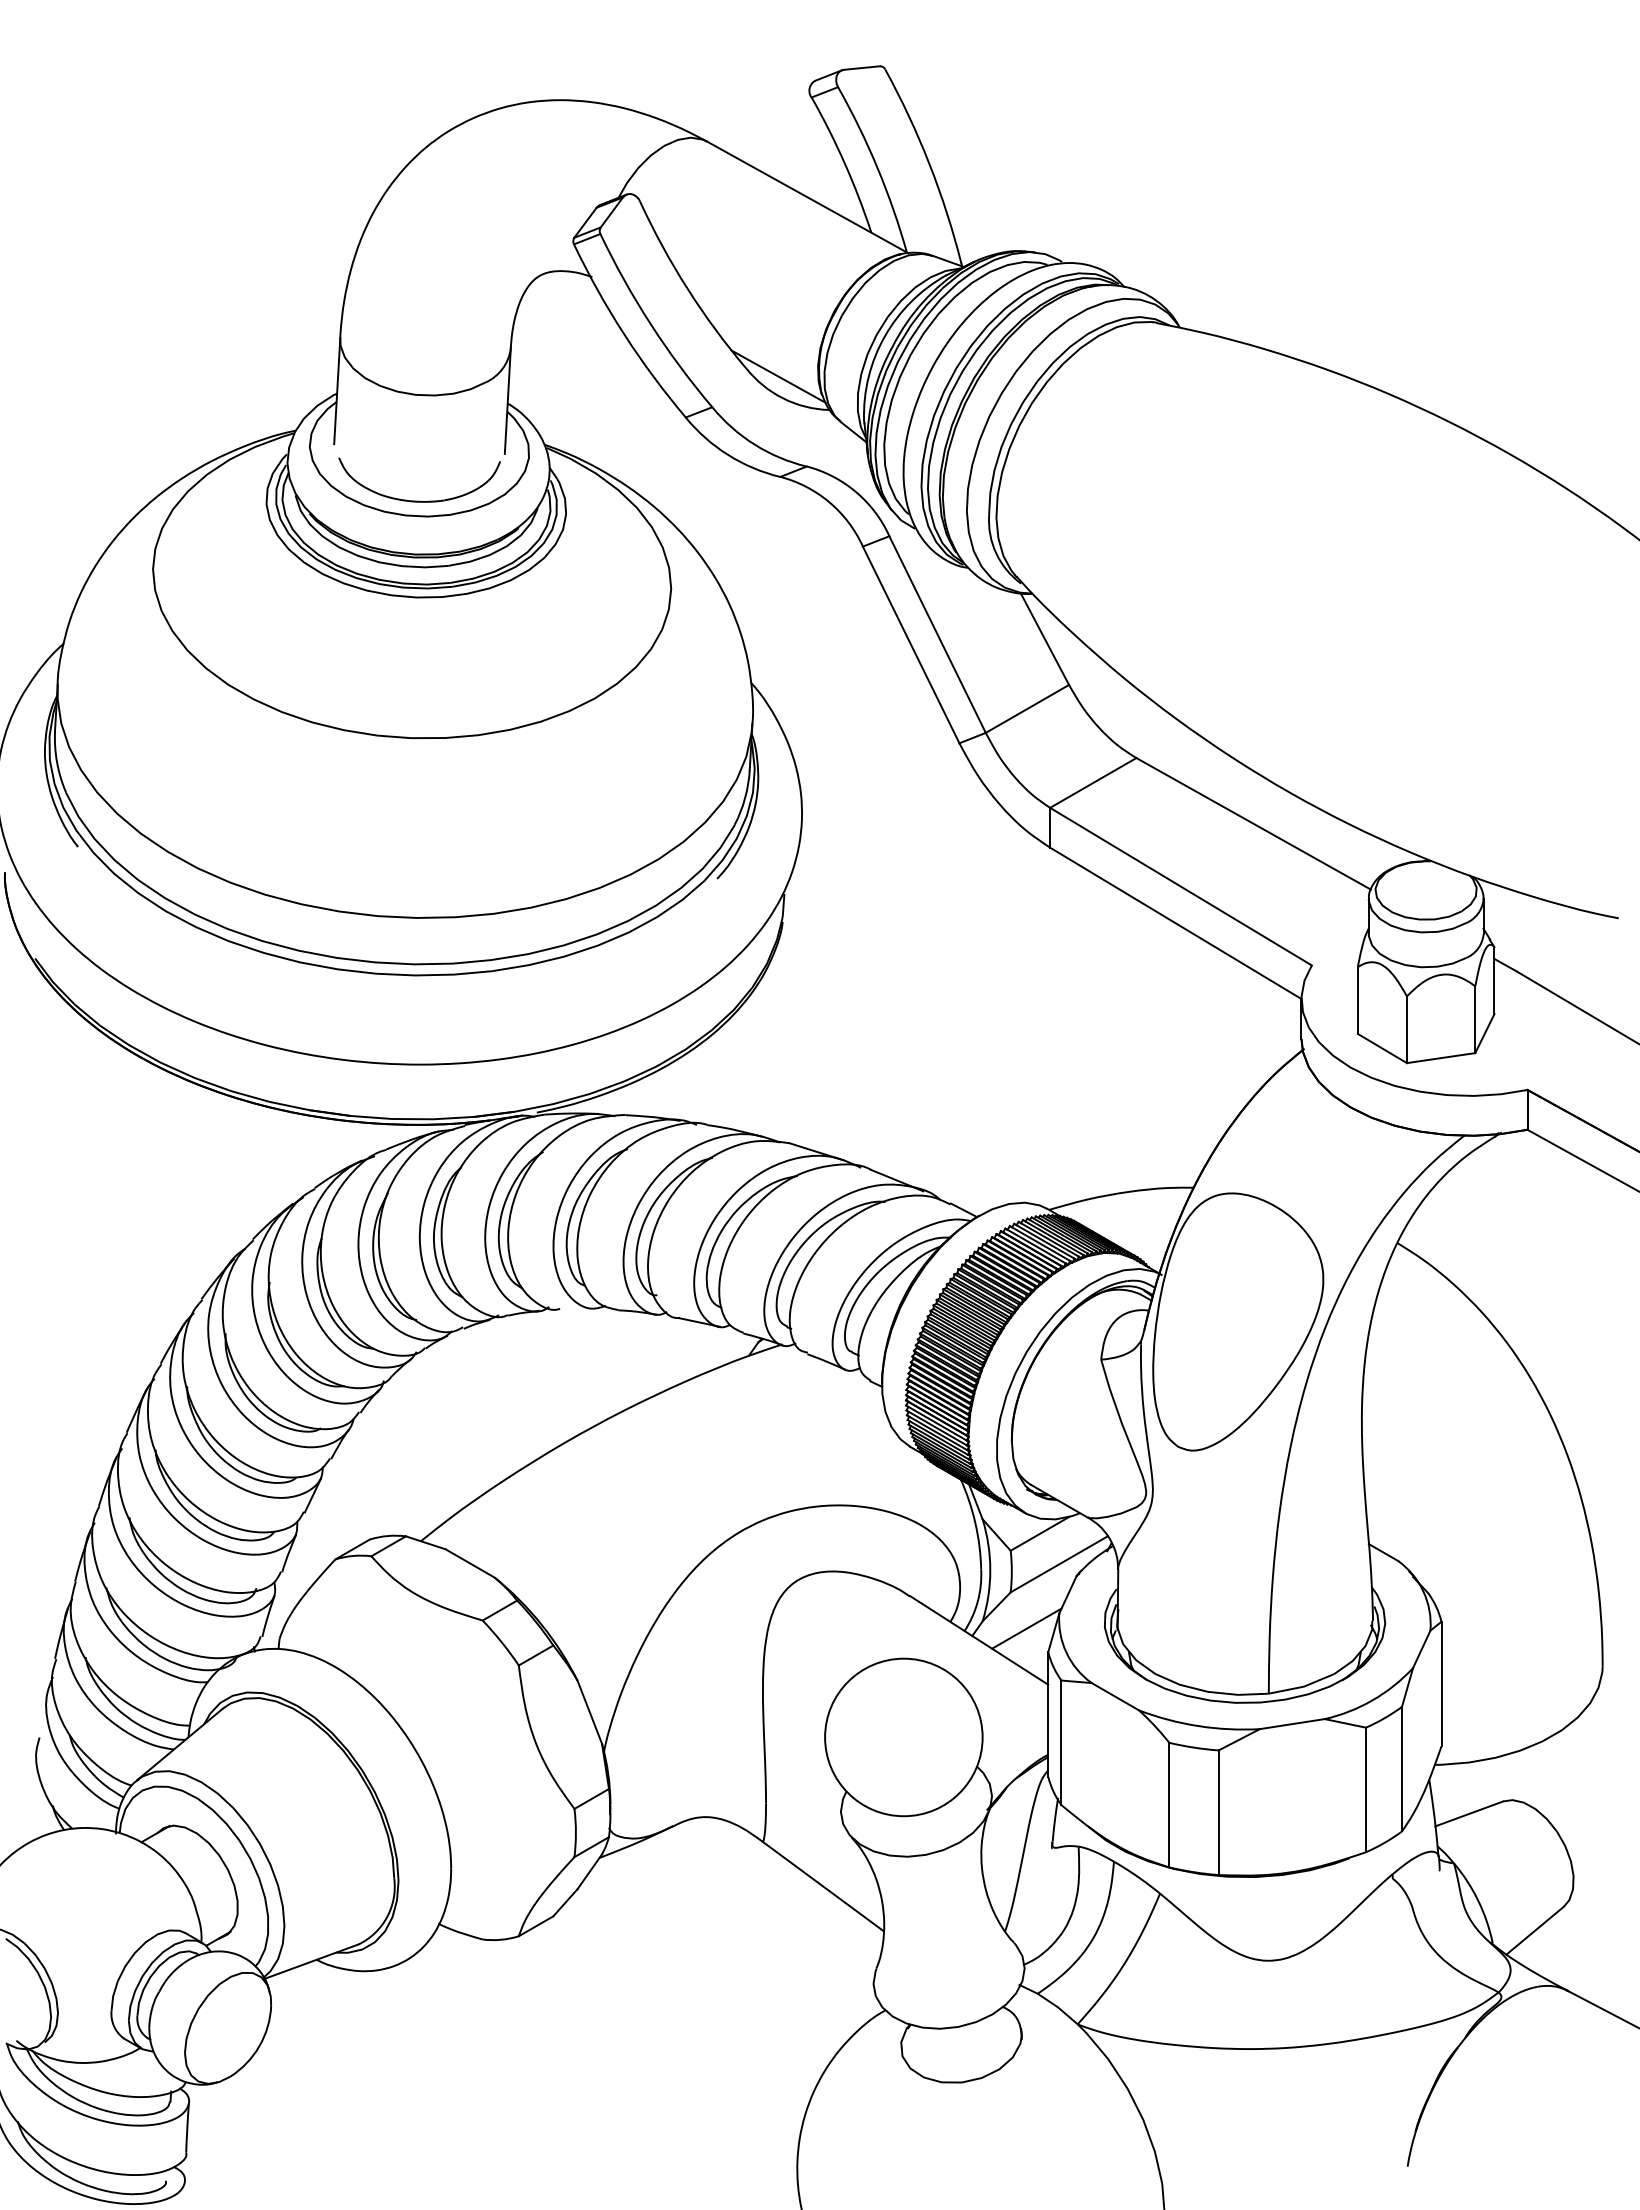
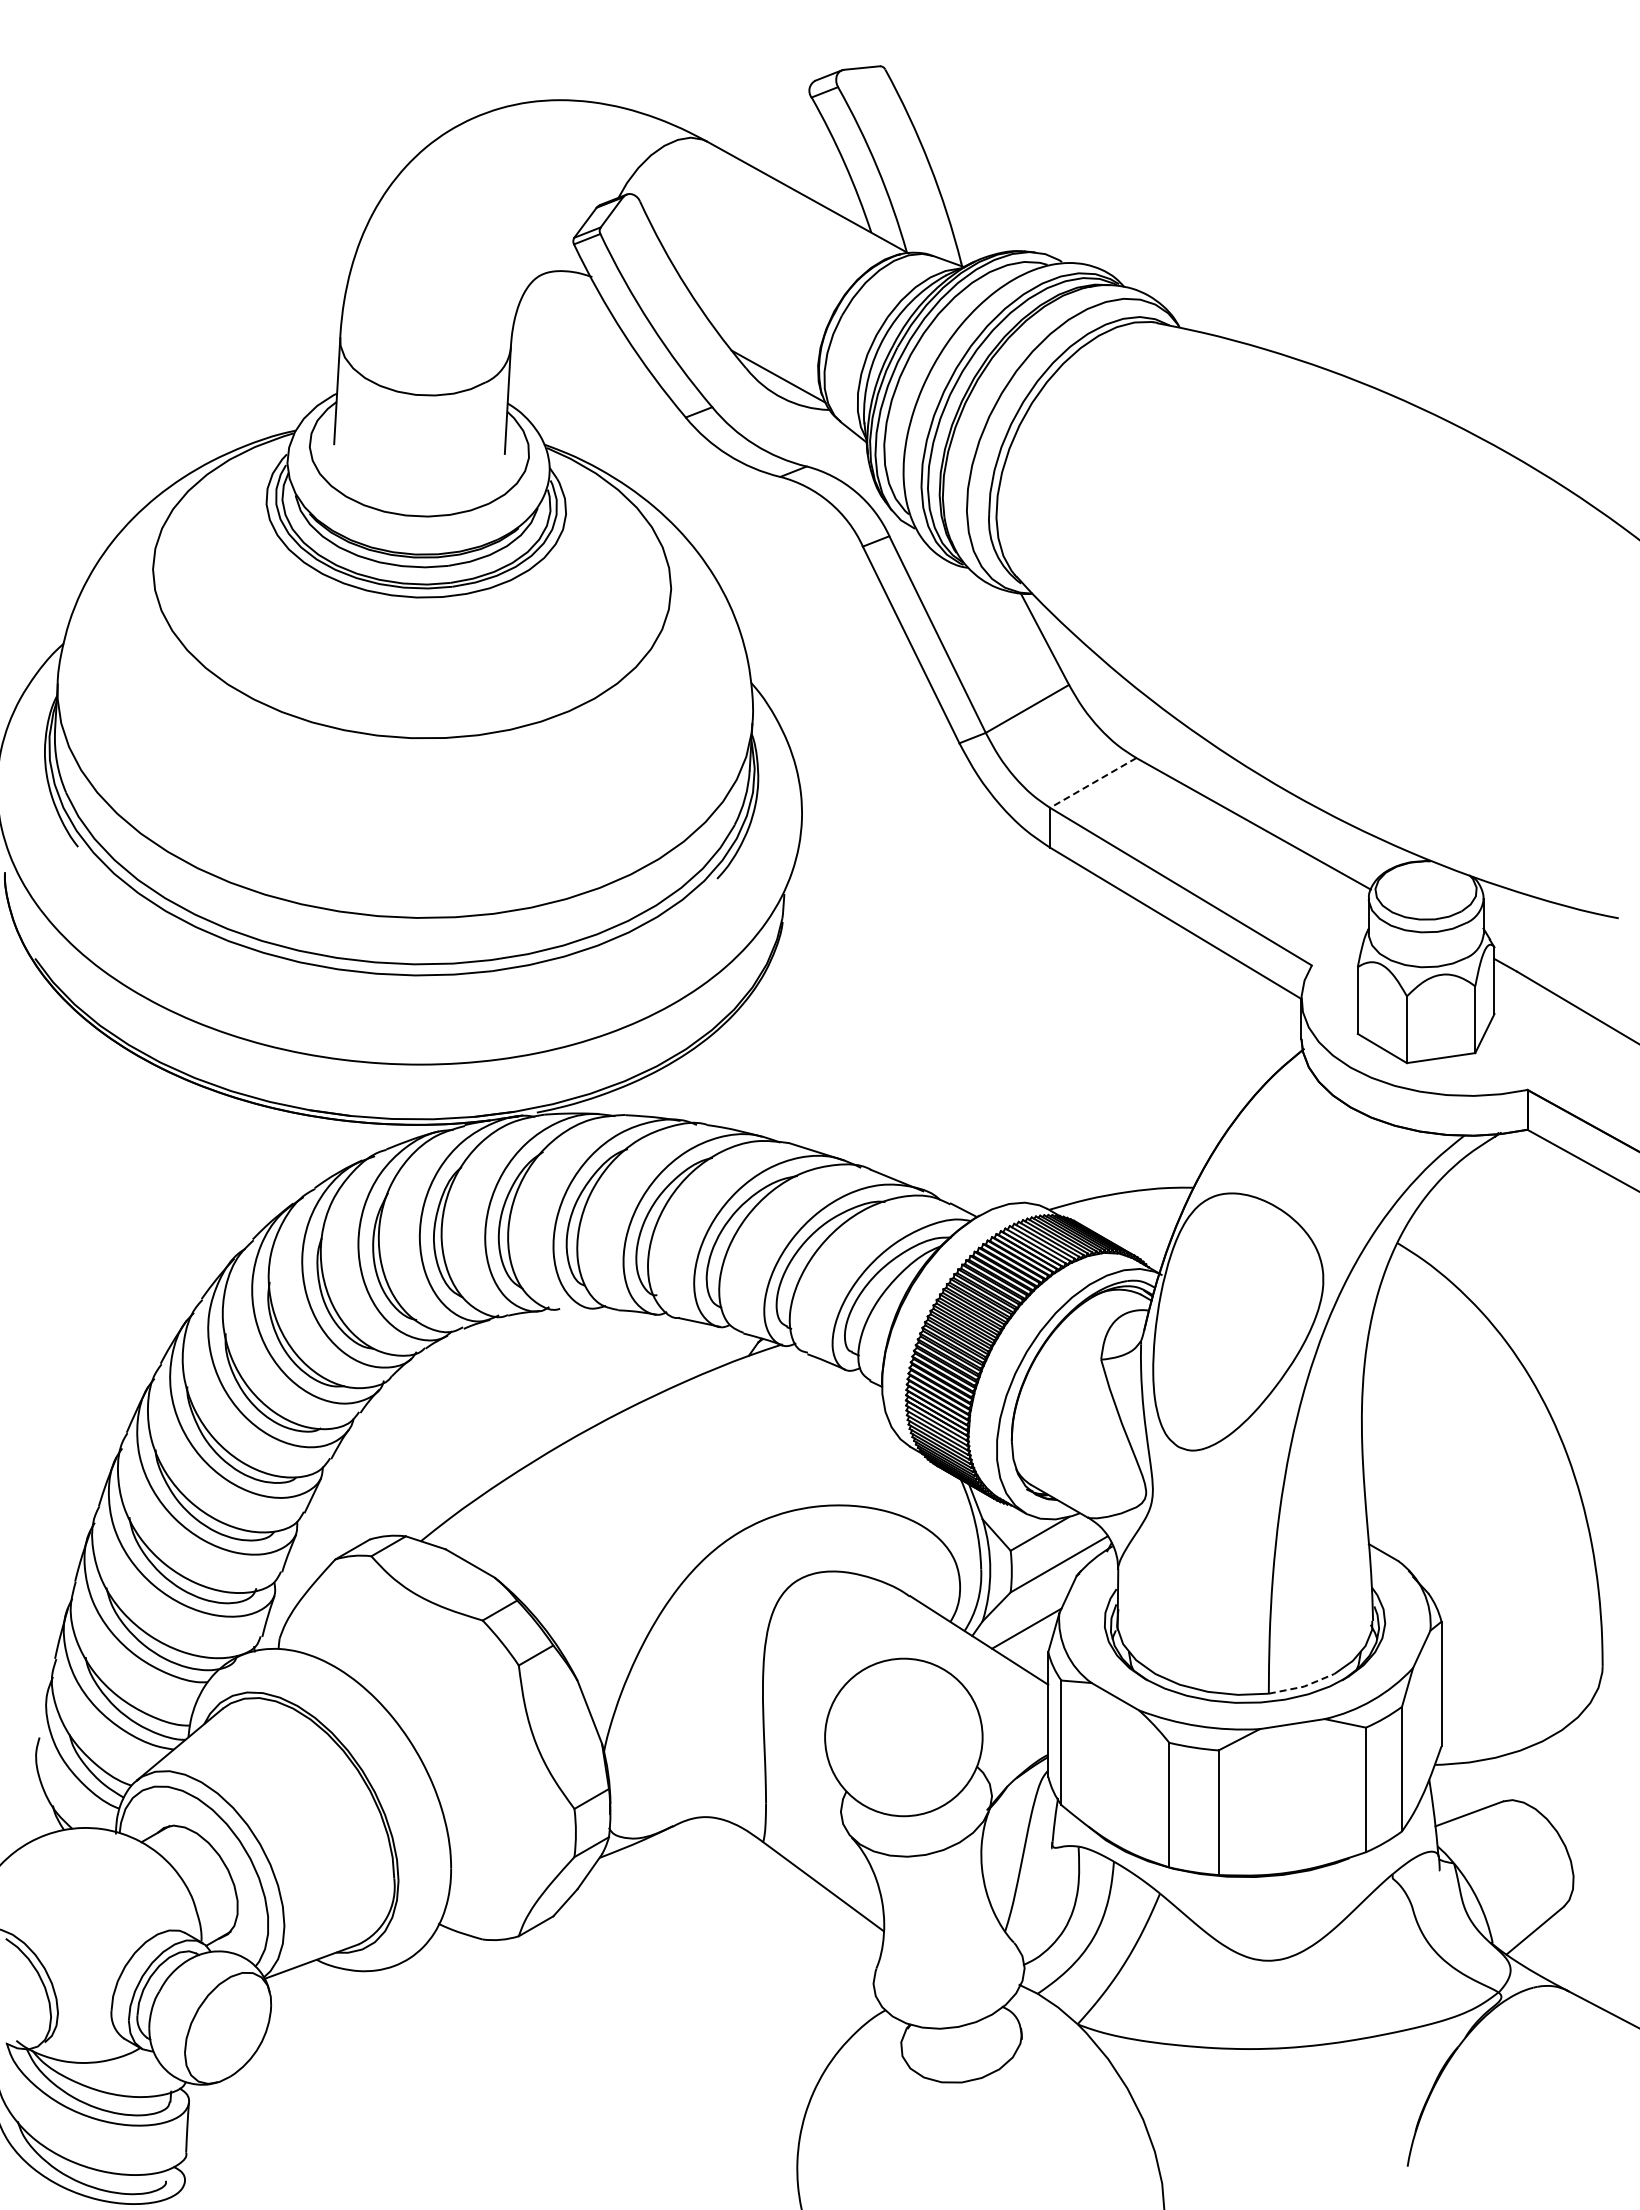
part at (419, 500): present -> none
line at (1093, 782): solid -> dashed
line at (1303, 1686): solid -> dashed
